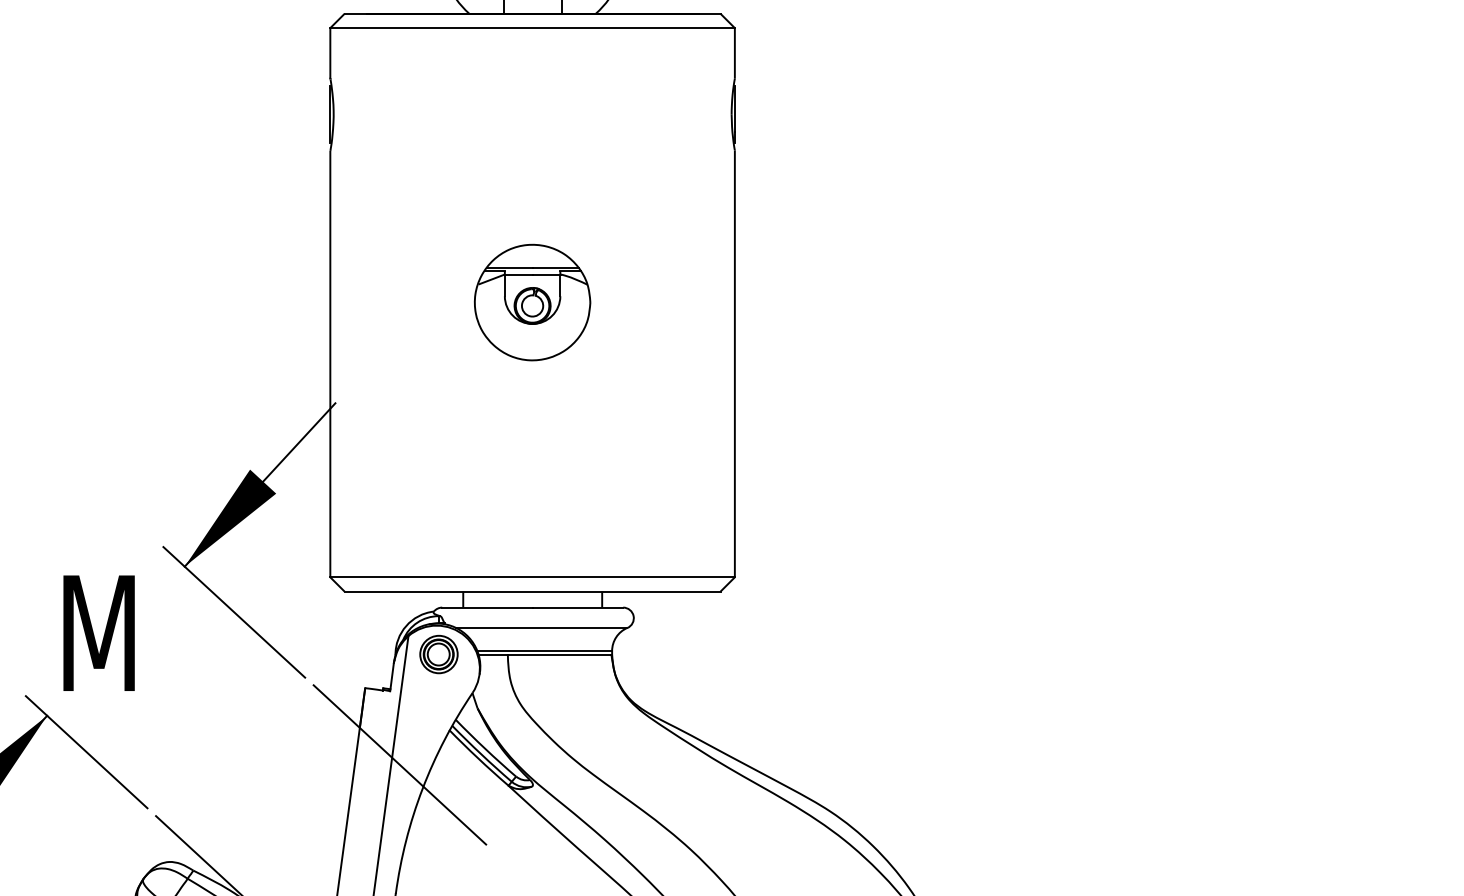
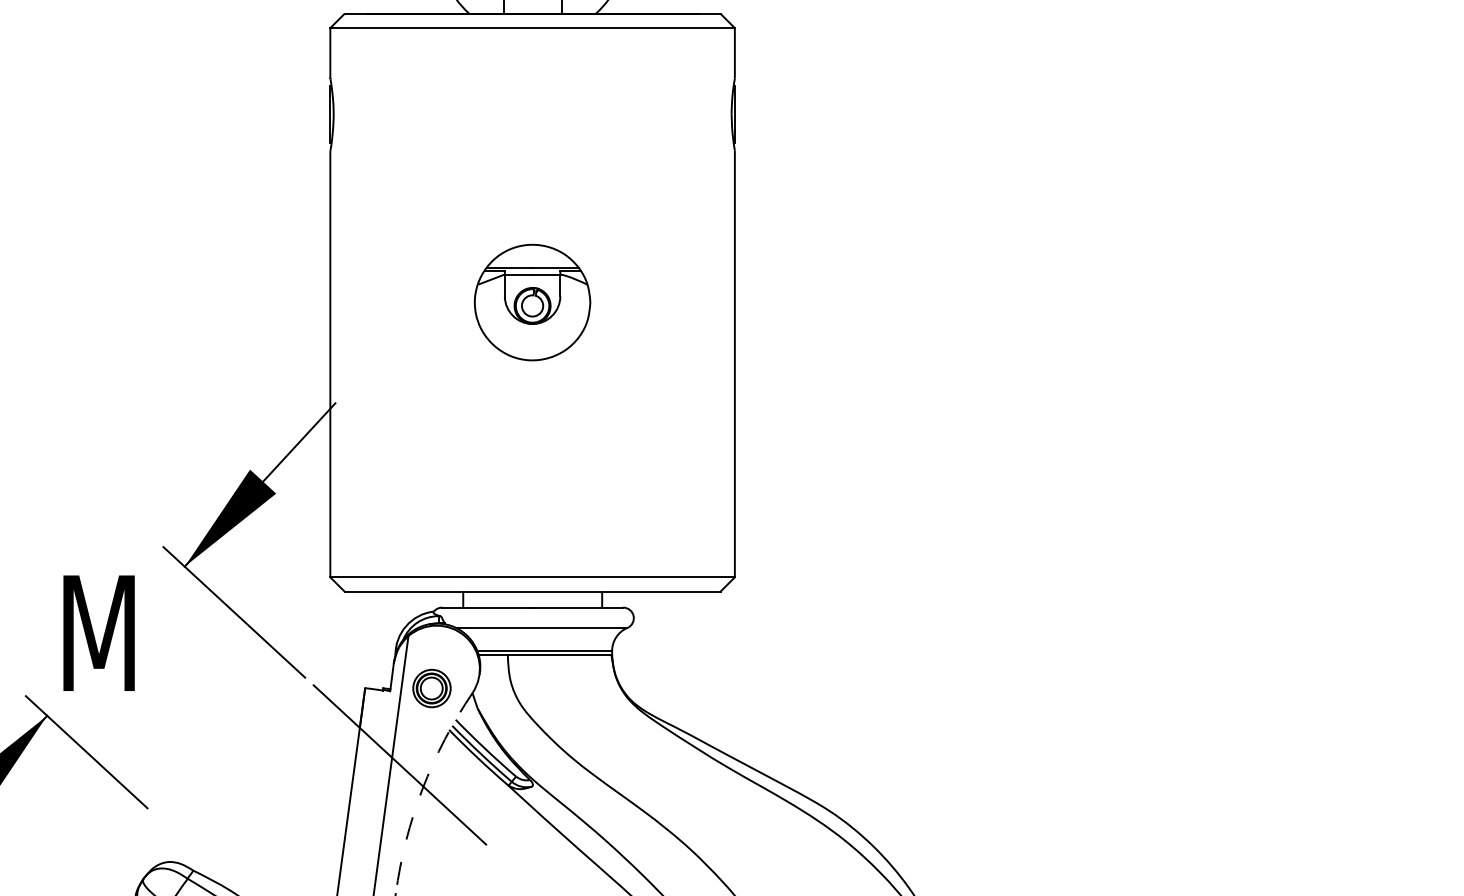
part at (438, 654) position: (438, 654) -> (431, 688)
arc at (422, 788): solid -> dashed
line at (197, 854): present -> none
